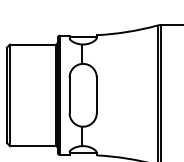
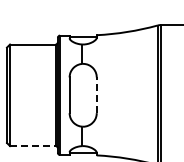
line at (96, 95): solid -> dashed
line at (32, 146): solid -> dashed
